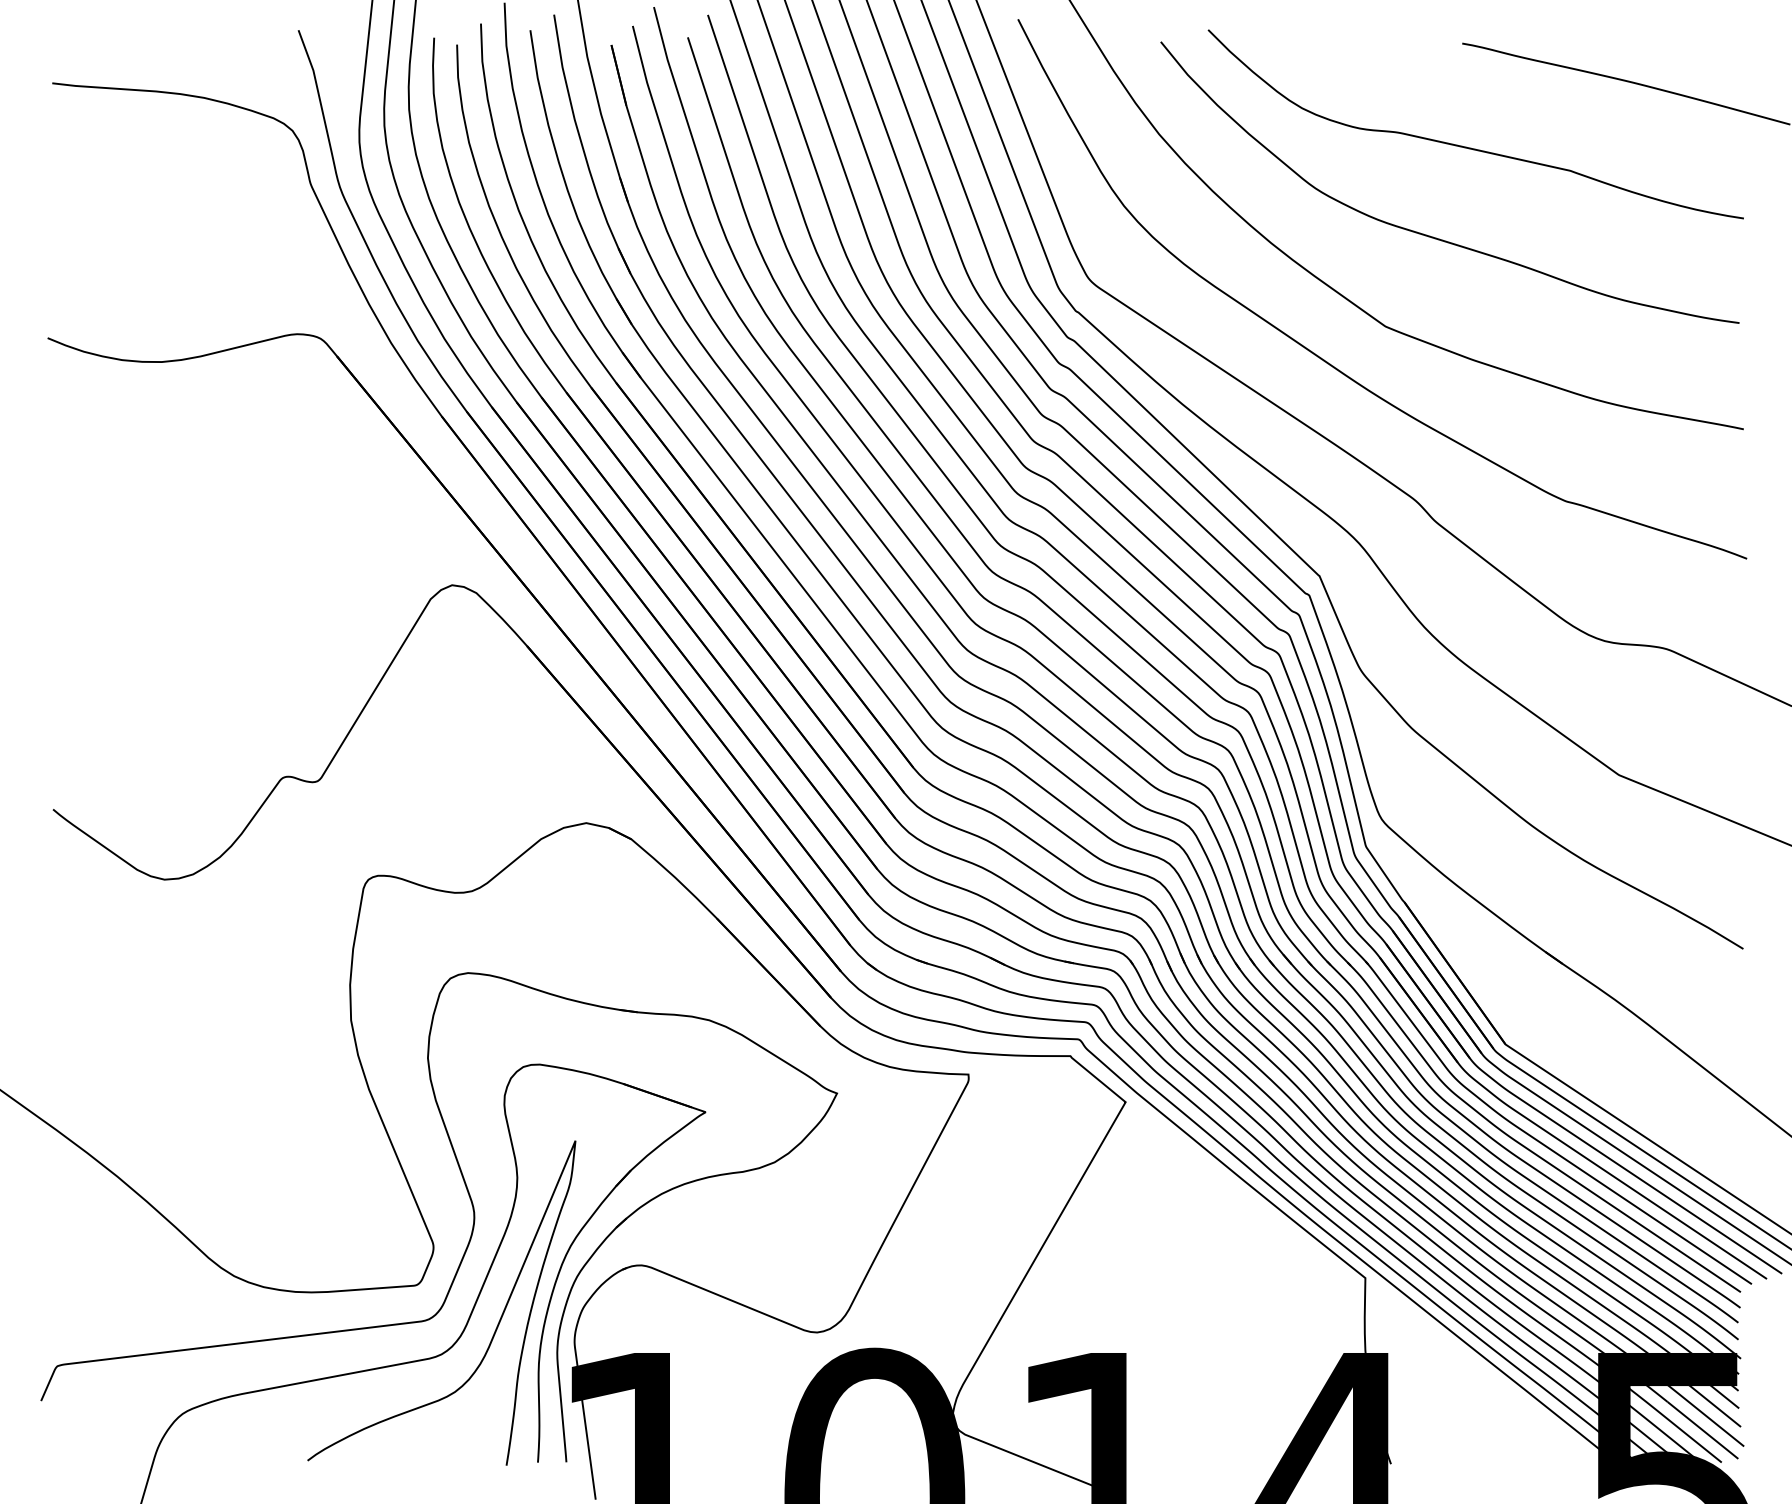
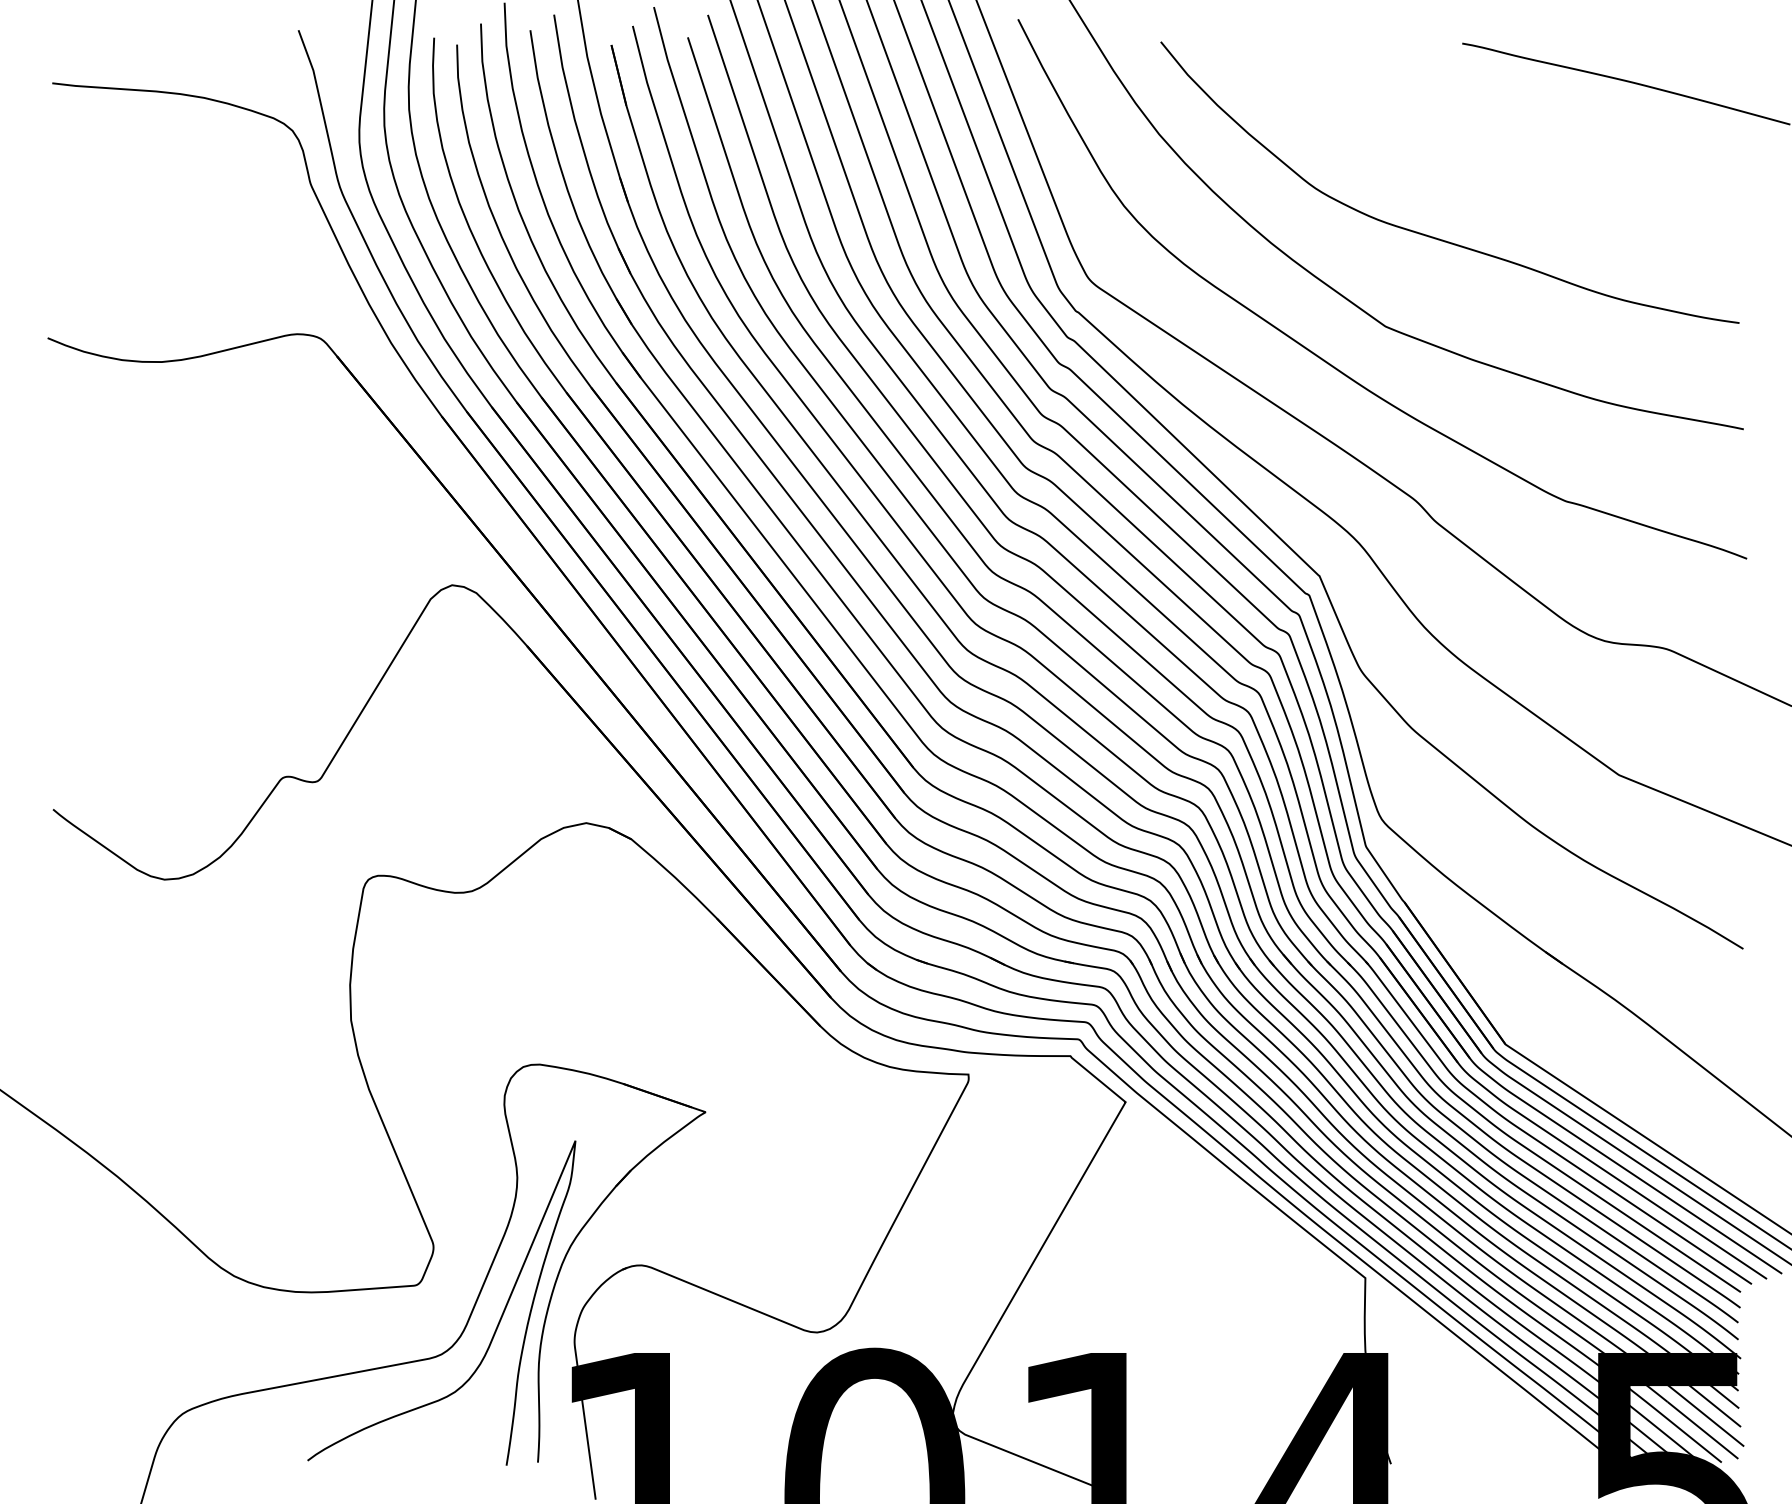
curve at (1471, 147): present -> none
part at (472, 1210): present -> none
